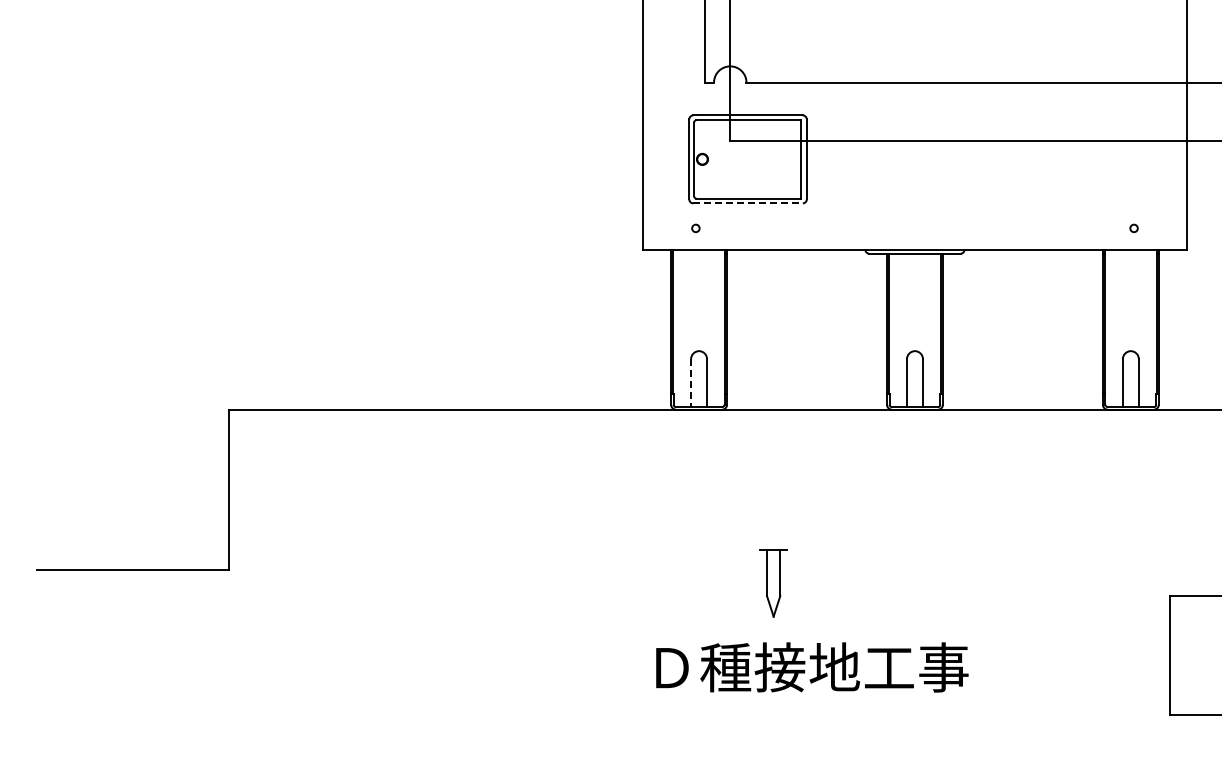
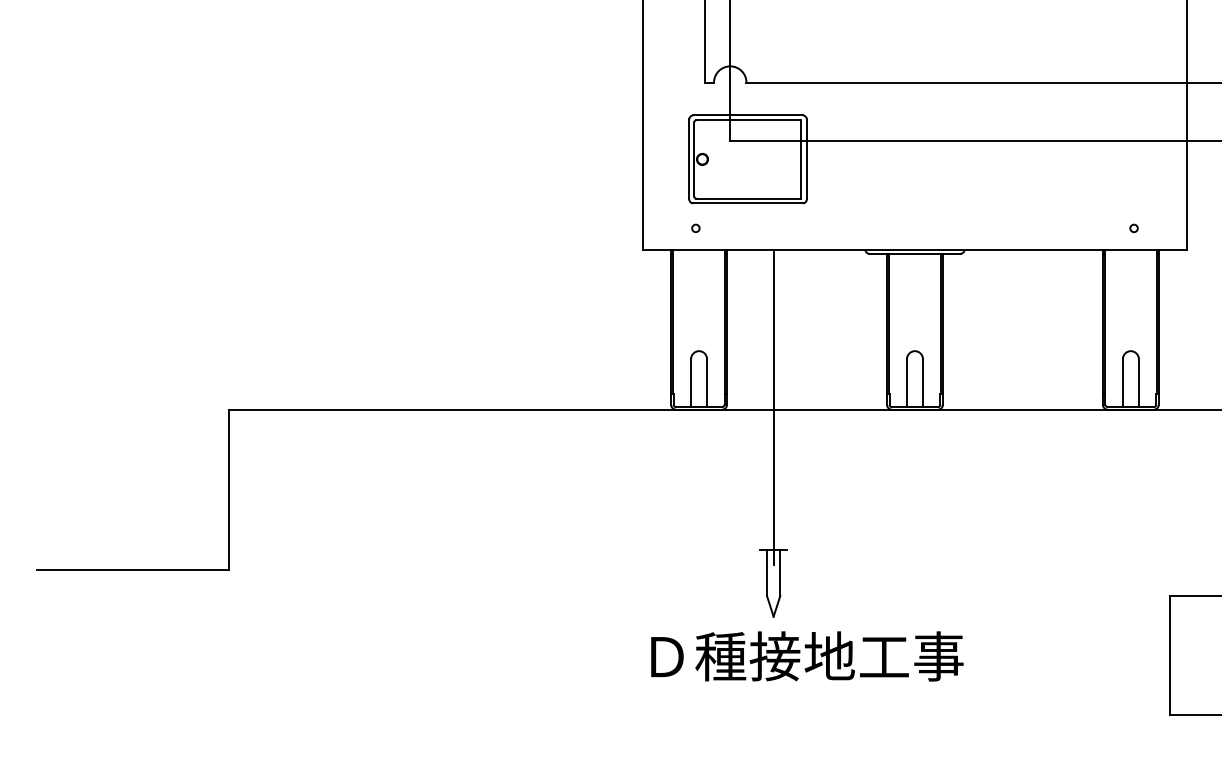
line at (748, 203): dashed -> solid
line at (691, 383): dashed -> solid
line at (773, 406): none -> present
text at (812, 667) position: (812, 667) -> (807, 656)
